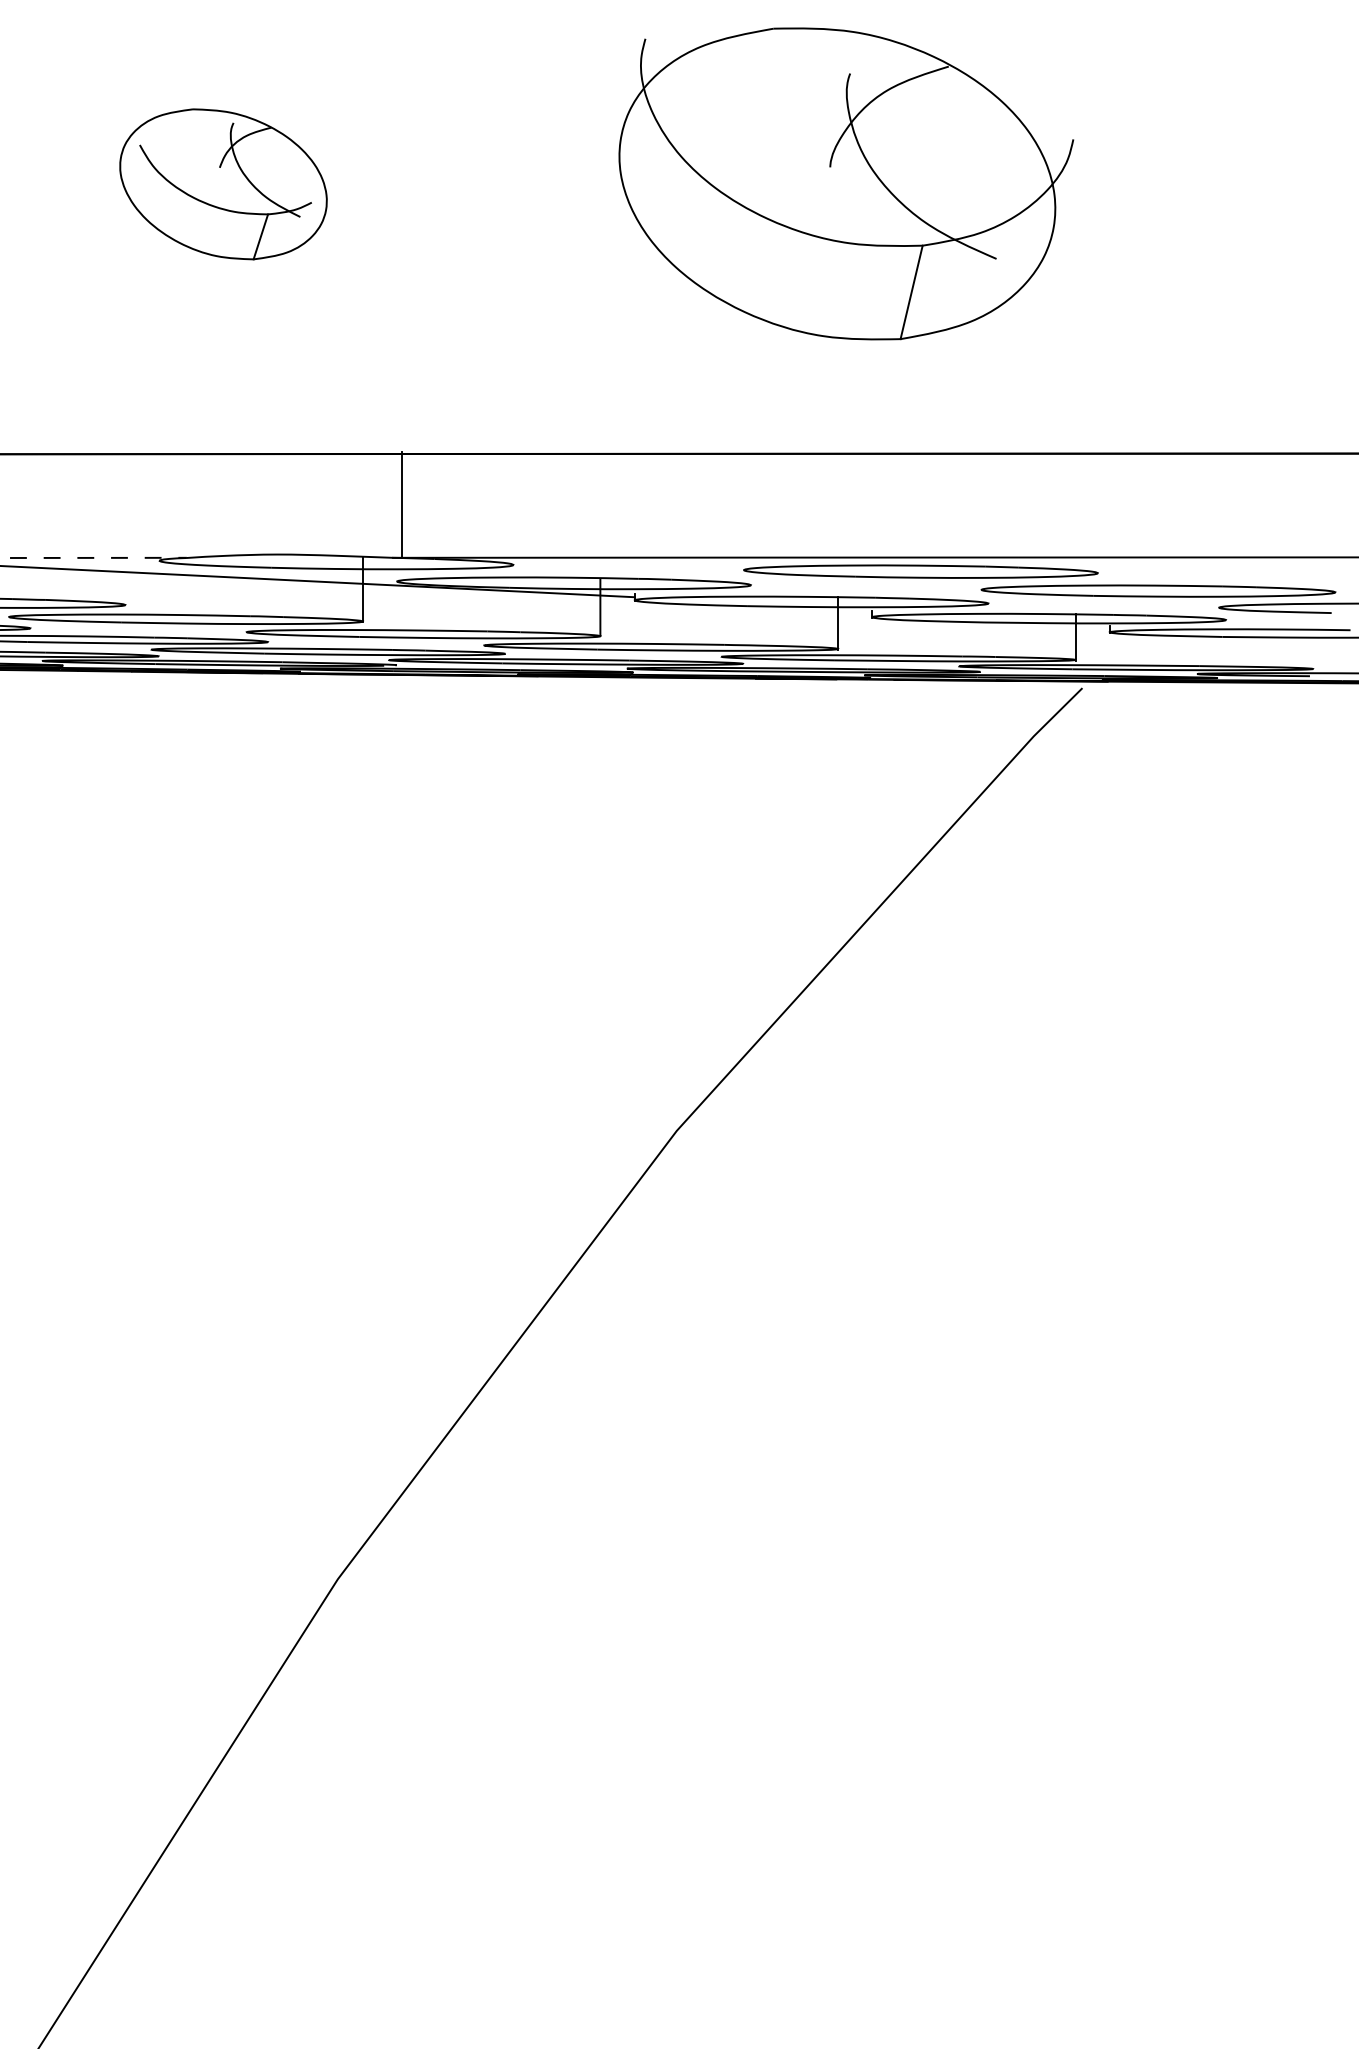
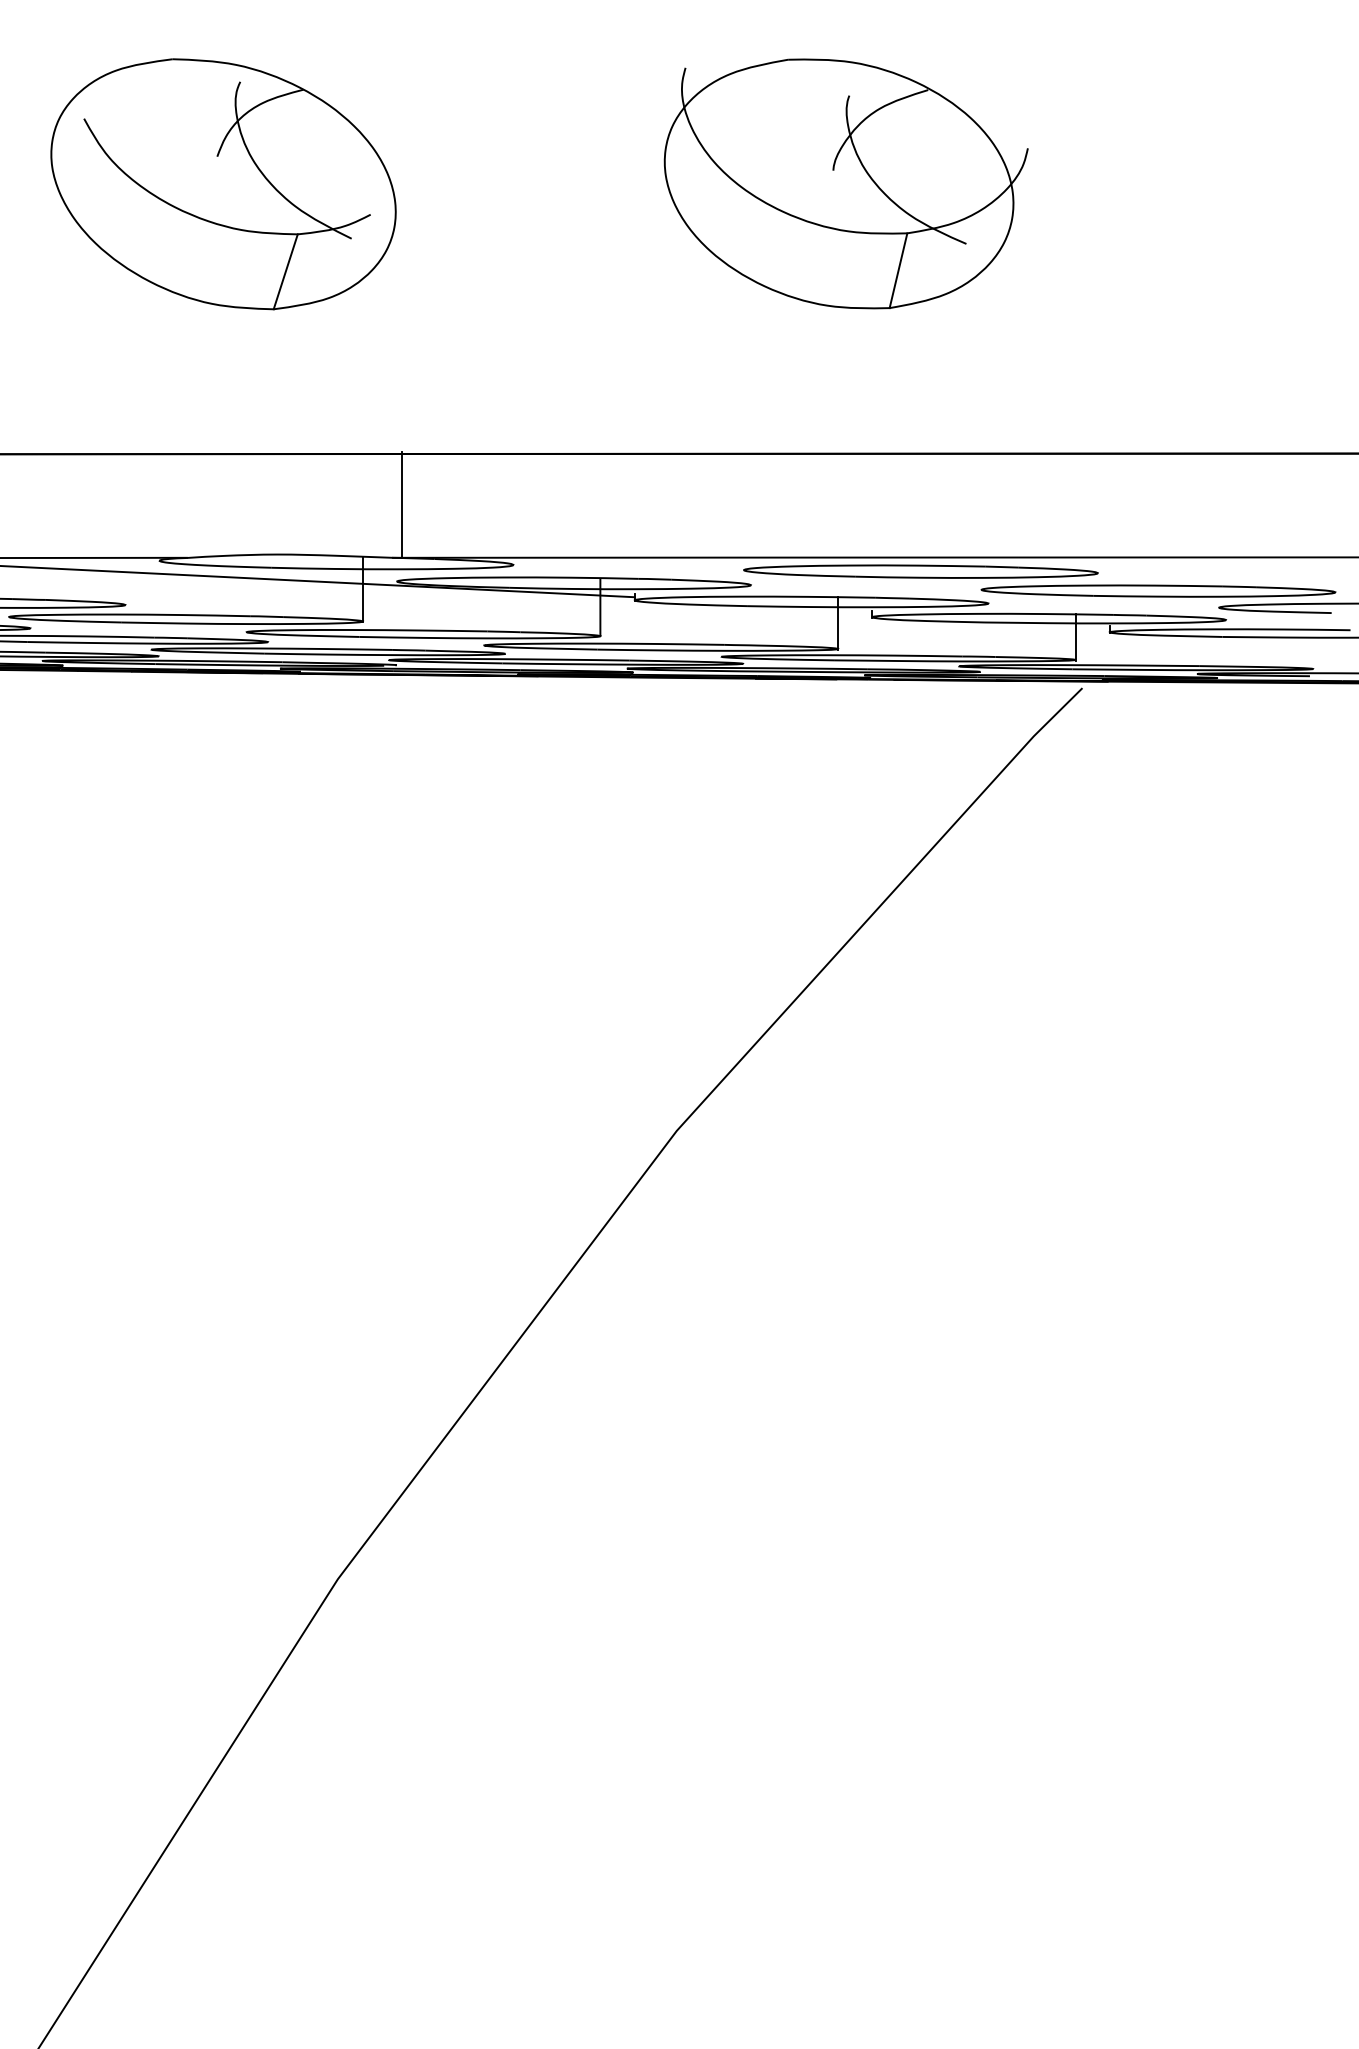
part at (846, 183) size: 457x314 px -> 366x252 px
part at (223, 184) size: 209x153 px -> 347x253 px
line at (94, 557): dashed -> solid
